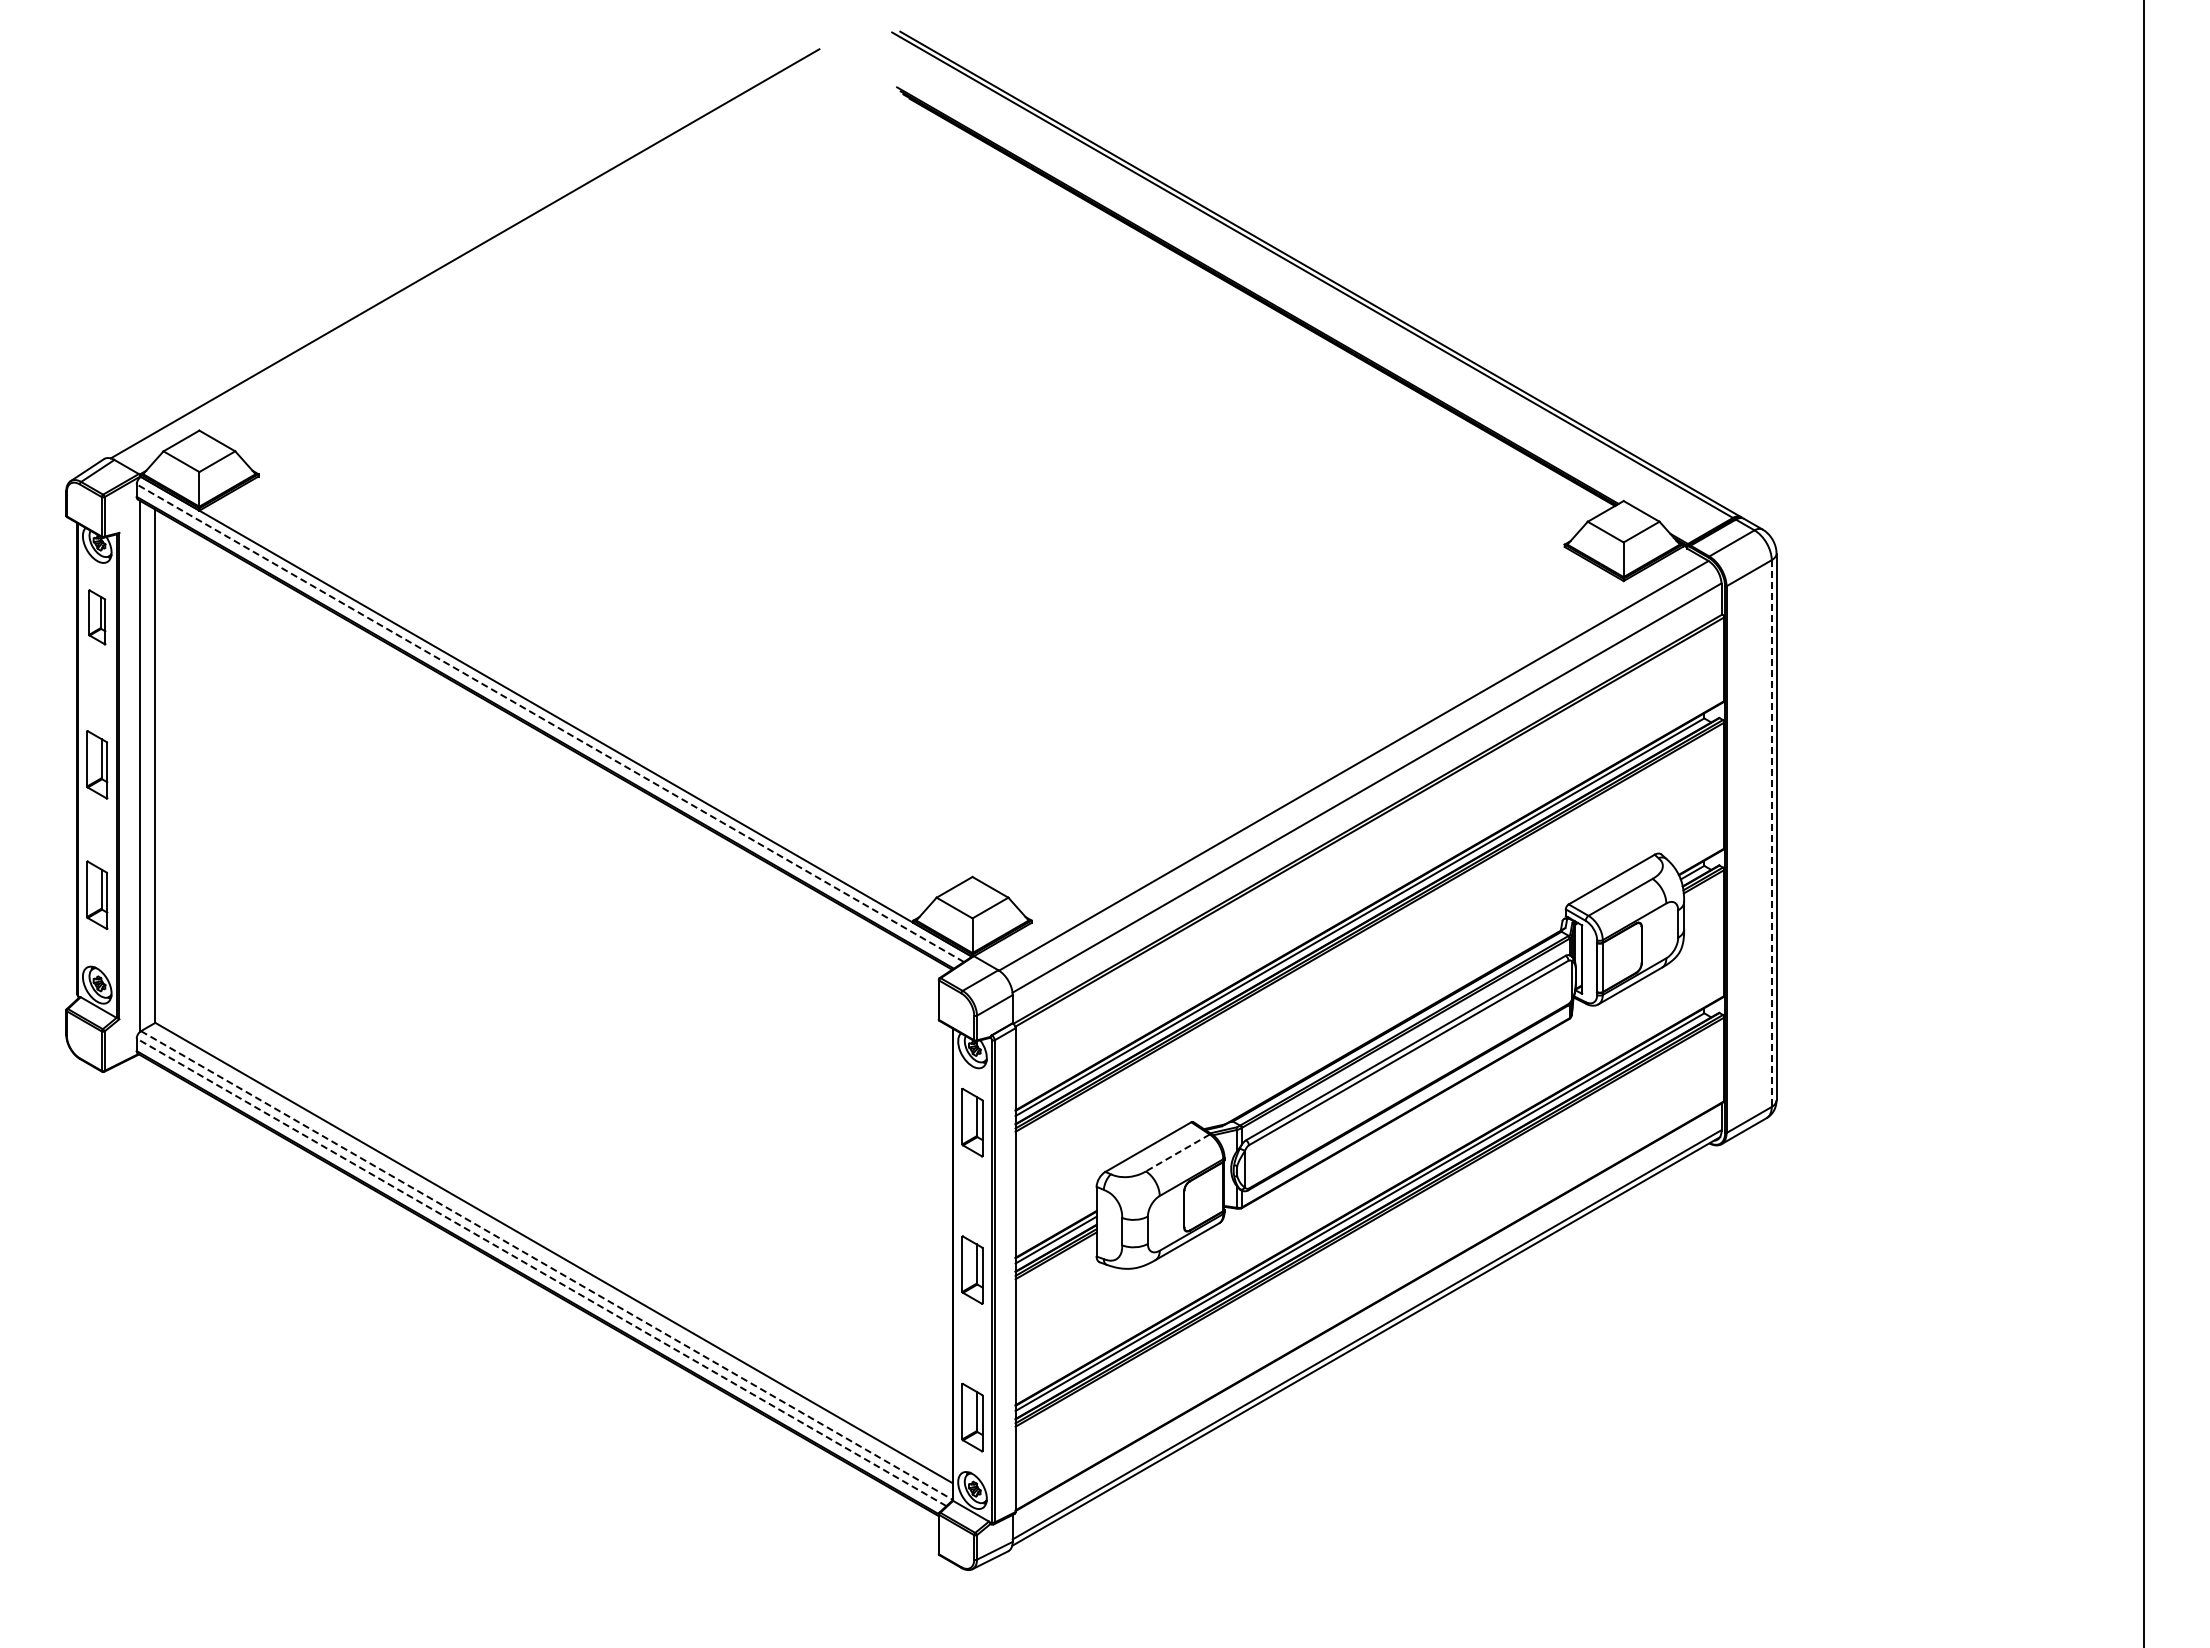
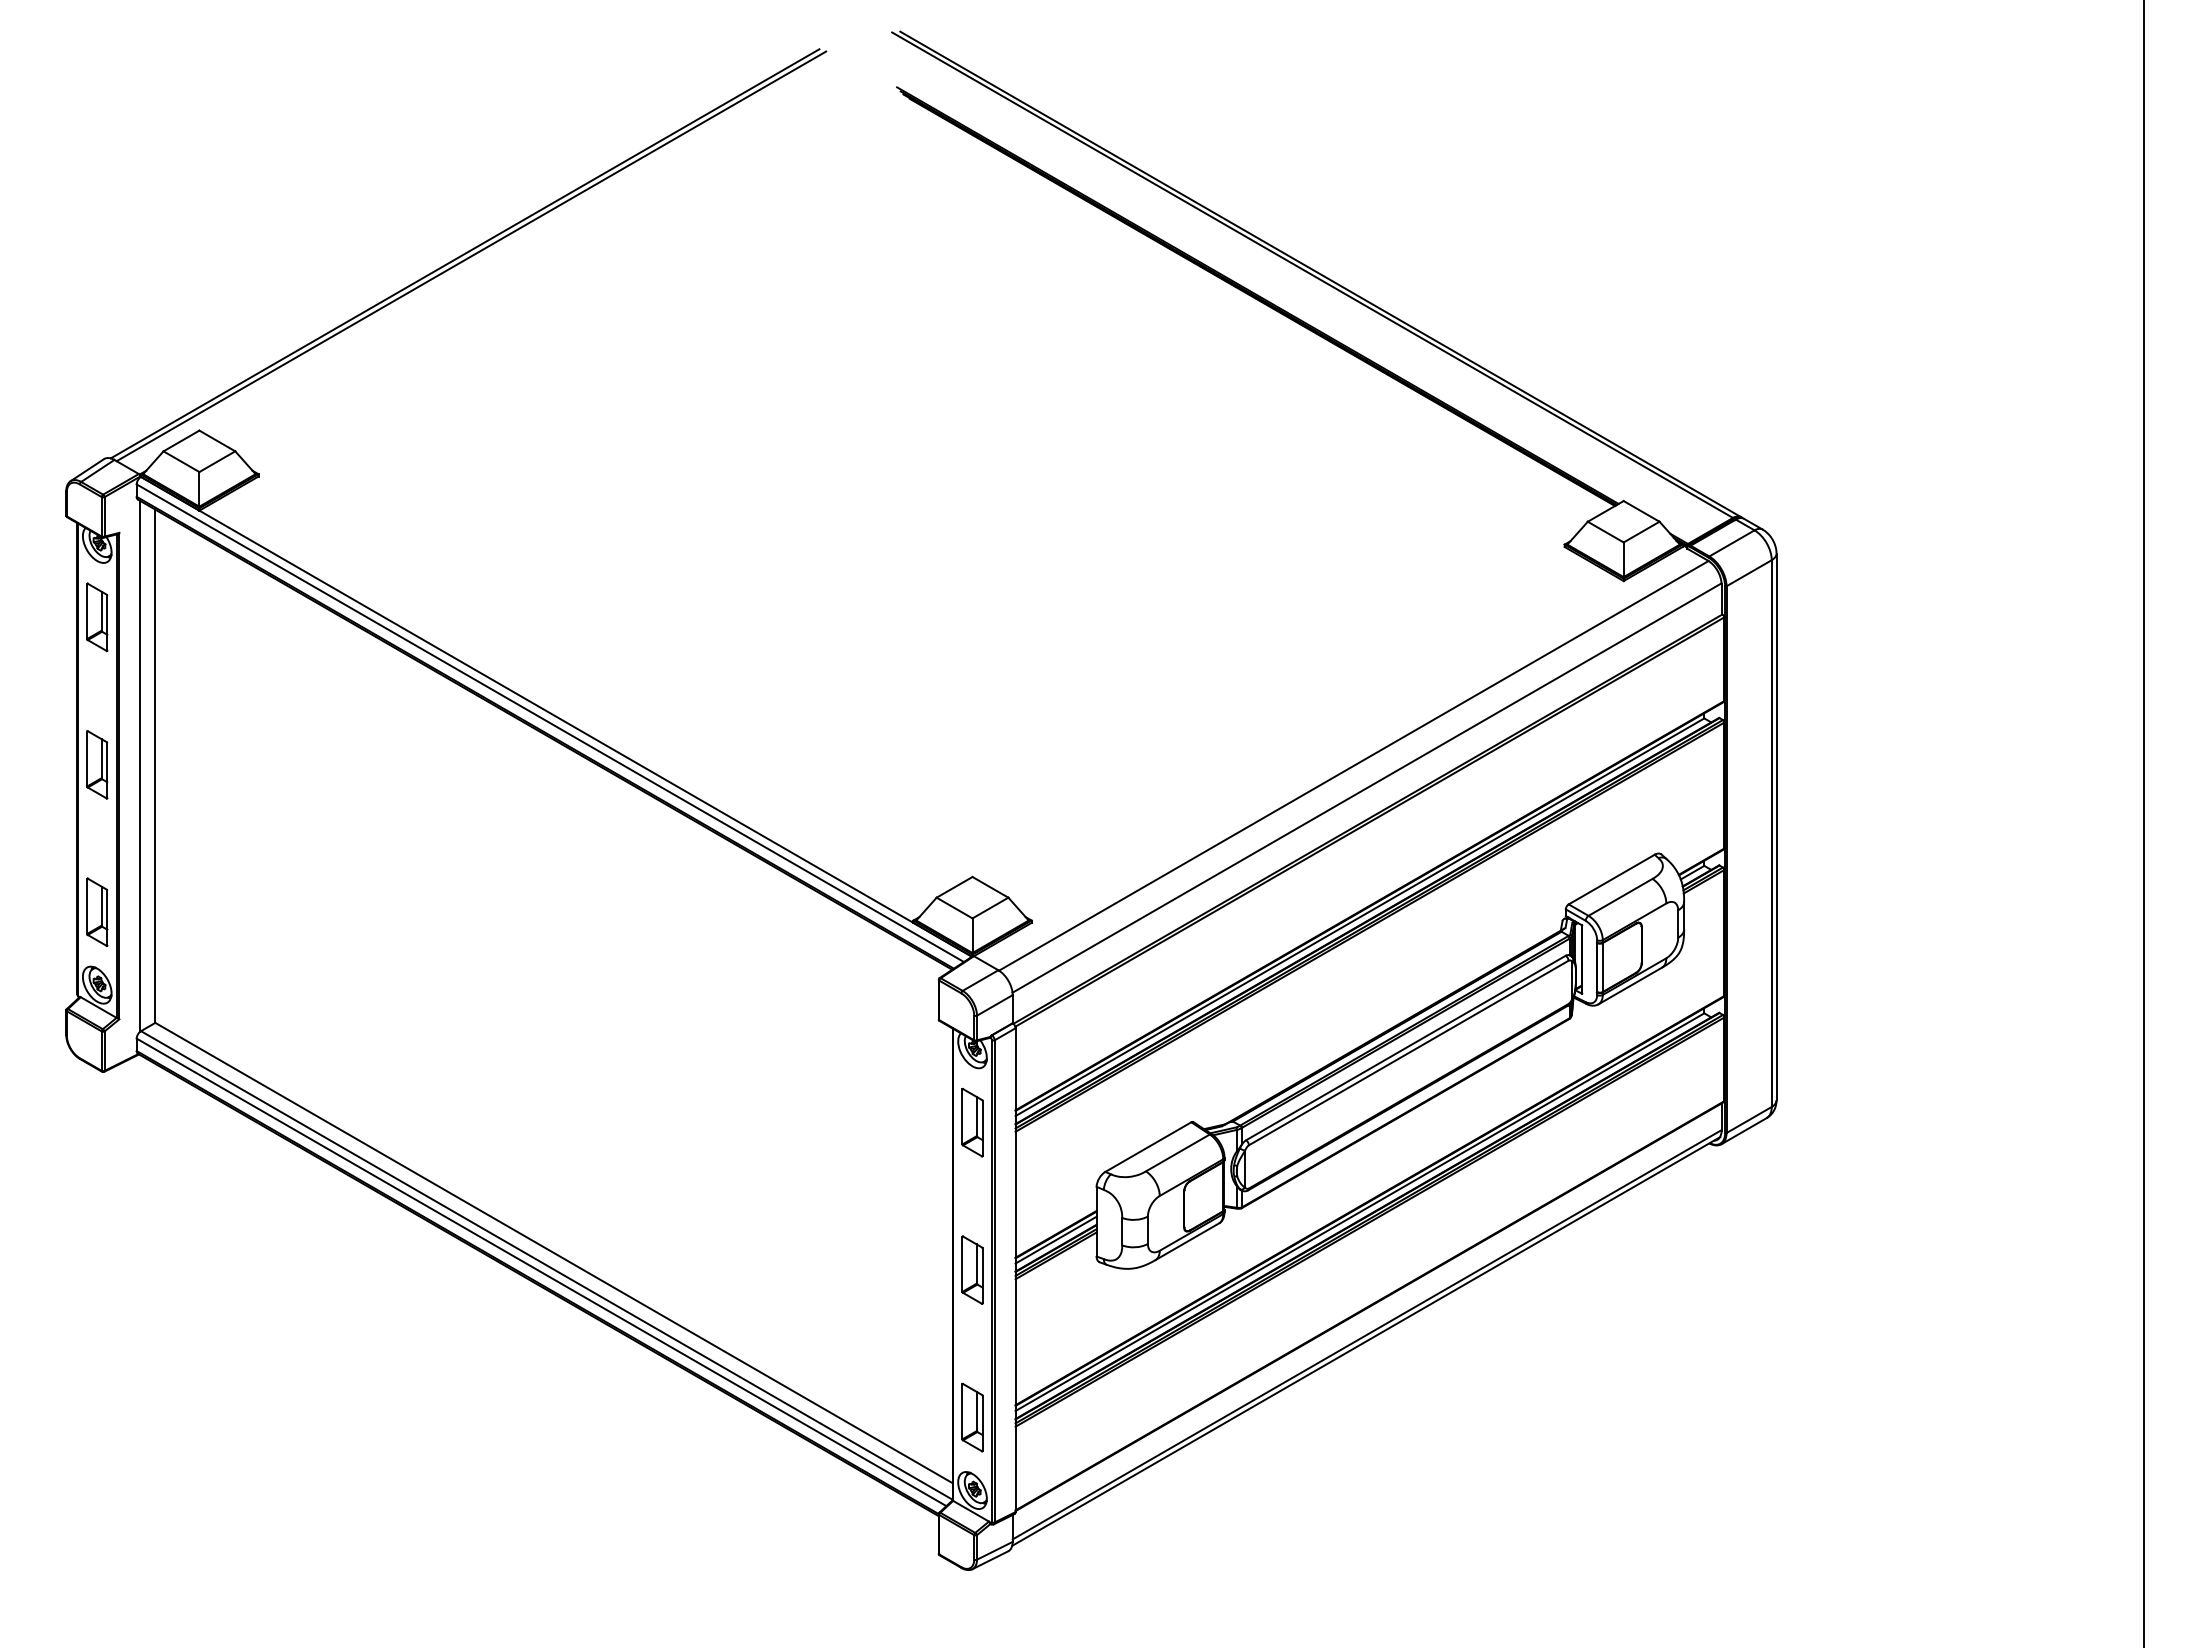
line at (471, 256): none -> present
part at (97, 617) size: 19x57 px -> 23x71 px
line at (550, 723): dashed -> solid
line at (1771, 834): dashed -> solid
part at (97, 894) position: (97, 894) -> (97, 911)
line at (1177, 1152): dashed -> solid
line at (546, 1265): dashed -> solid
line at (541, 1272): dashed -> solid
